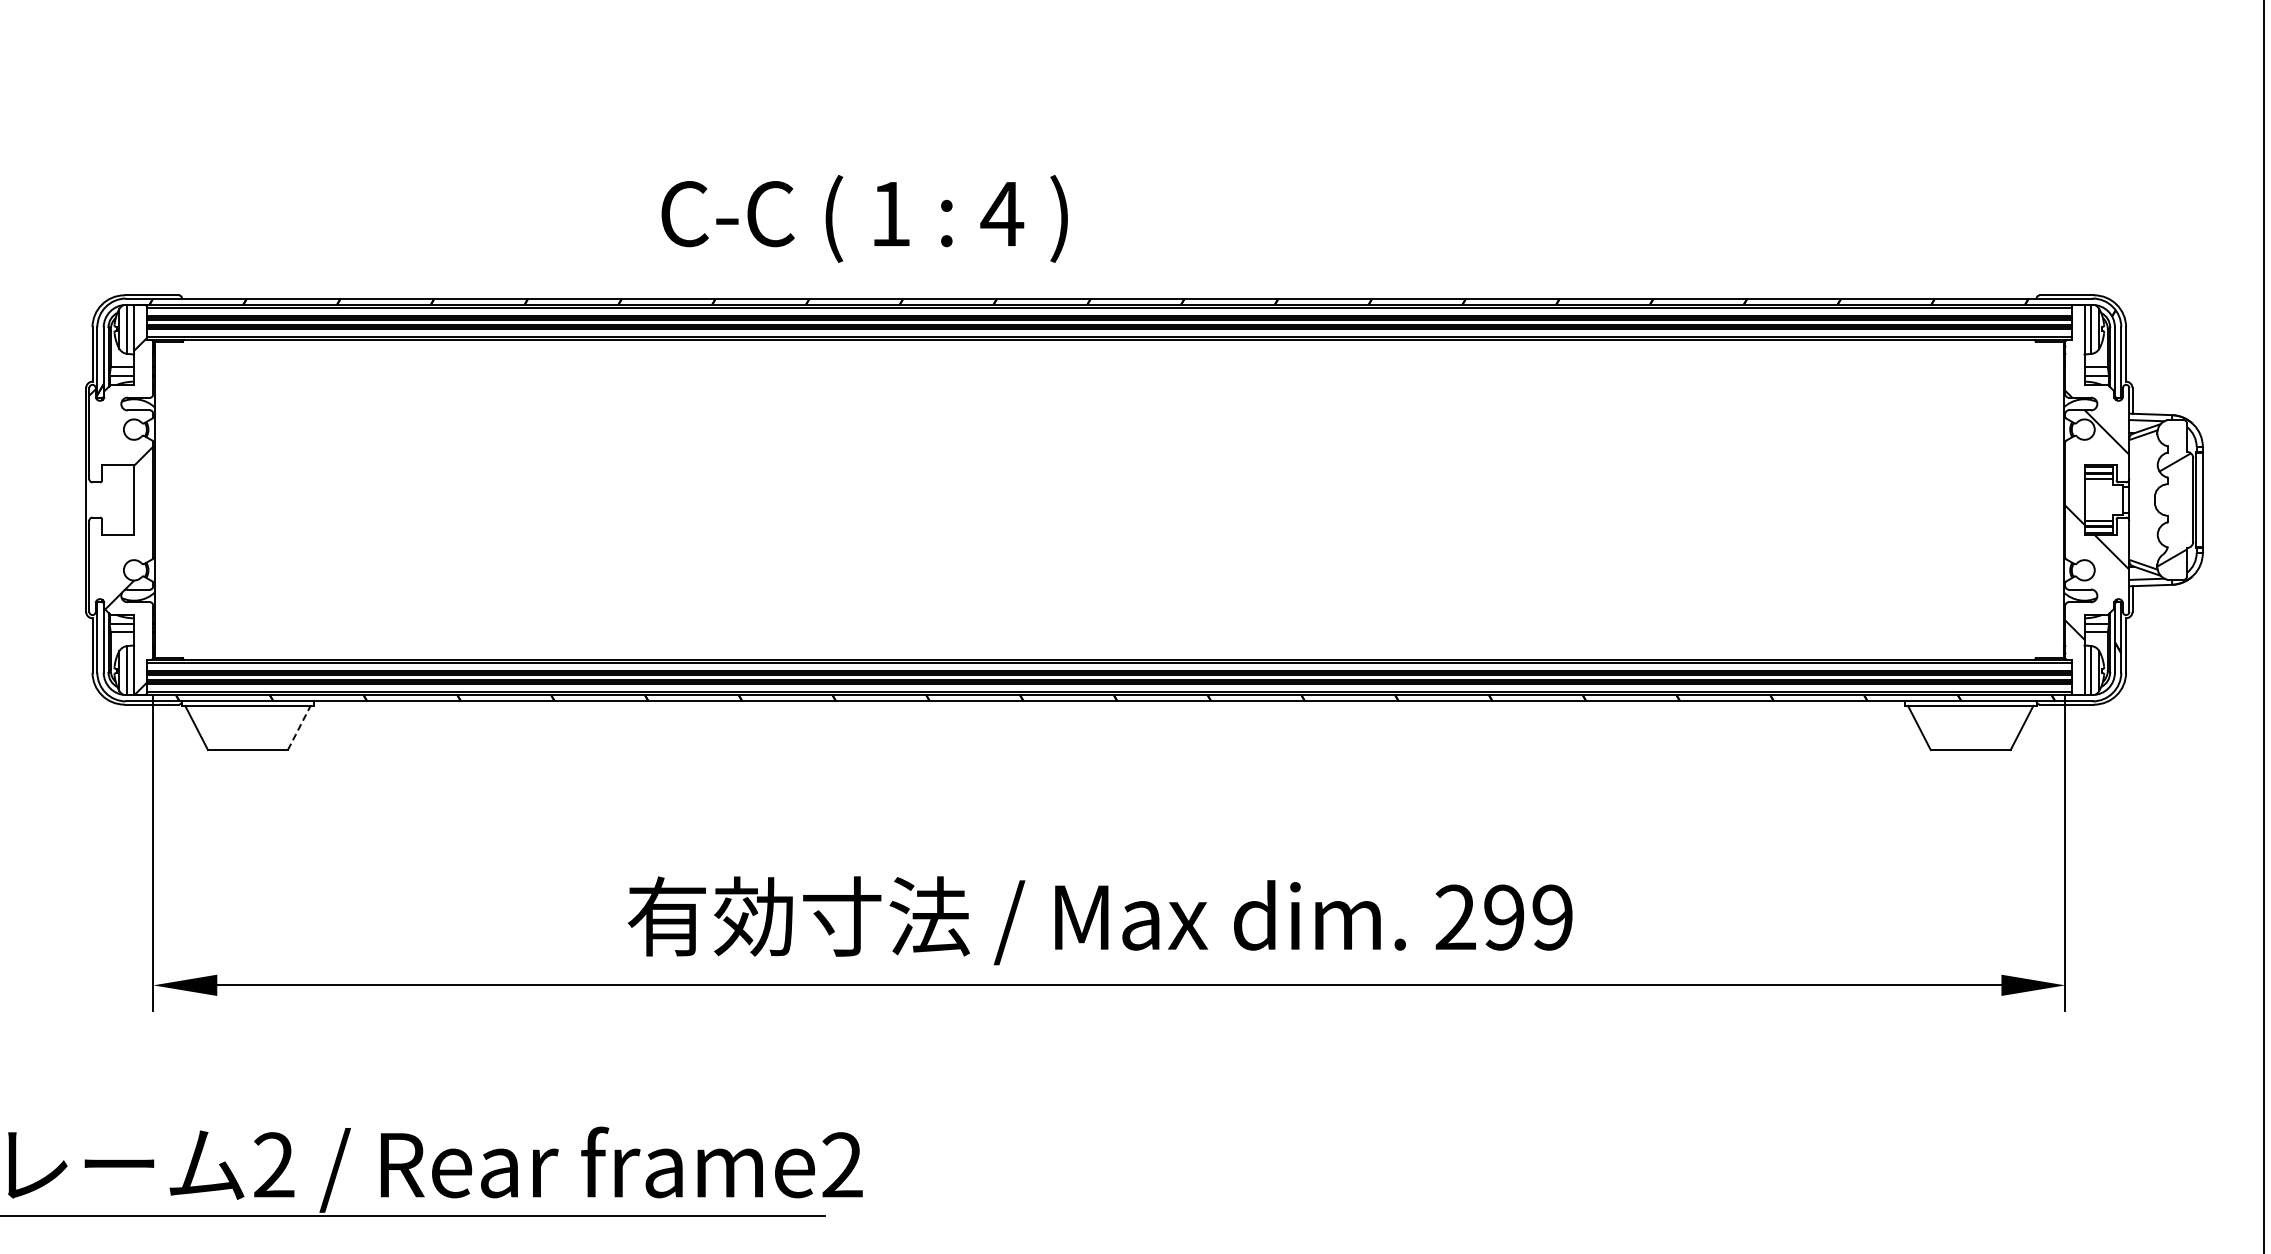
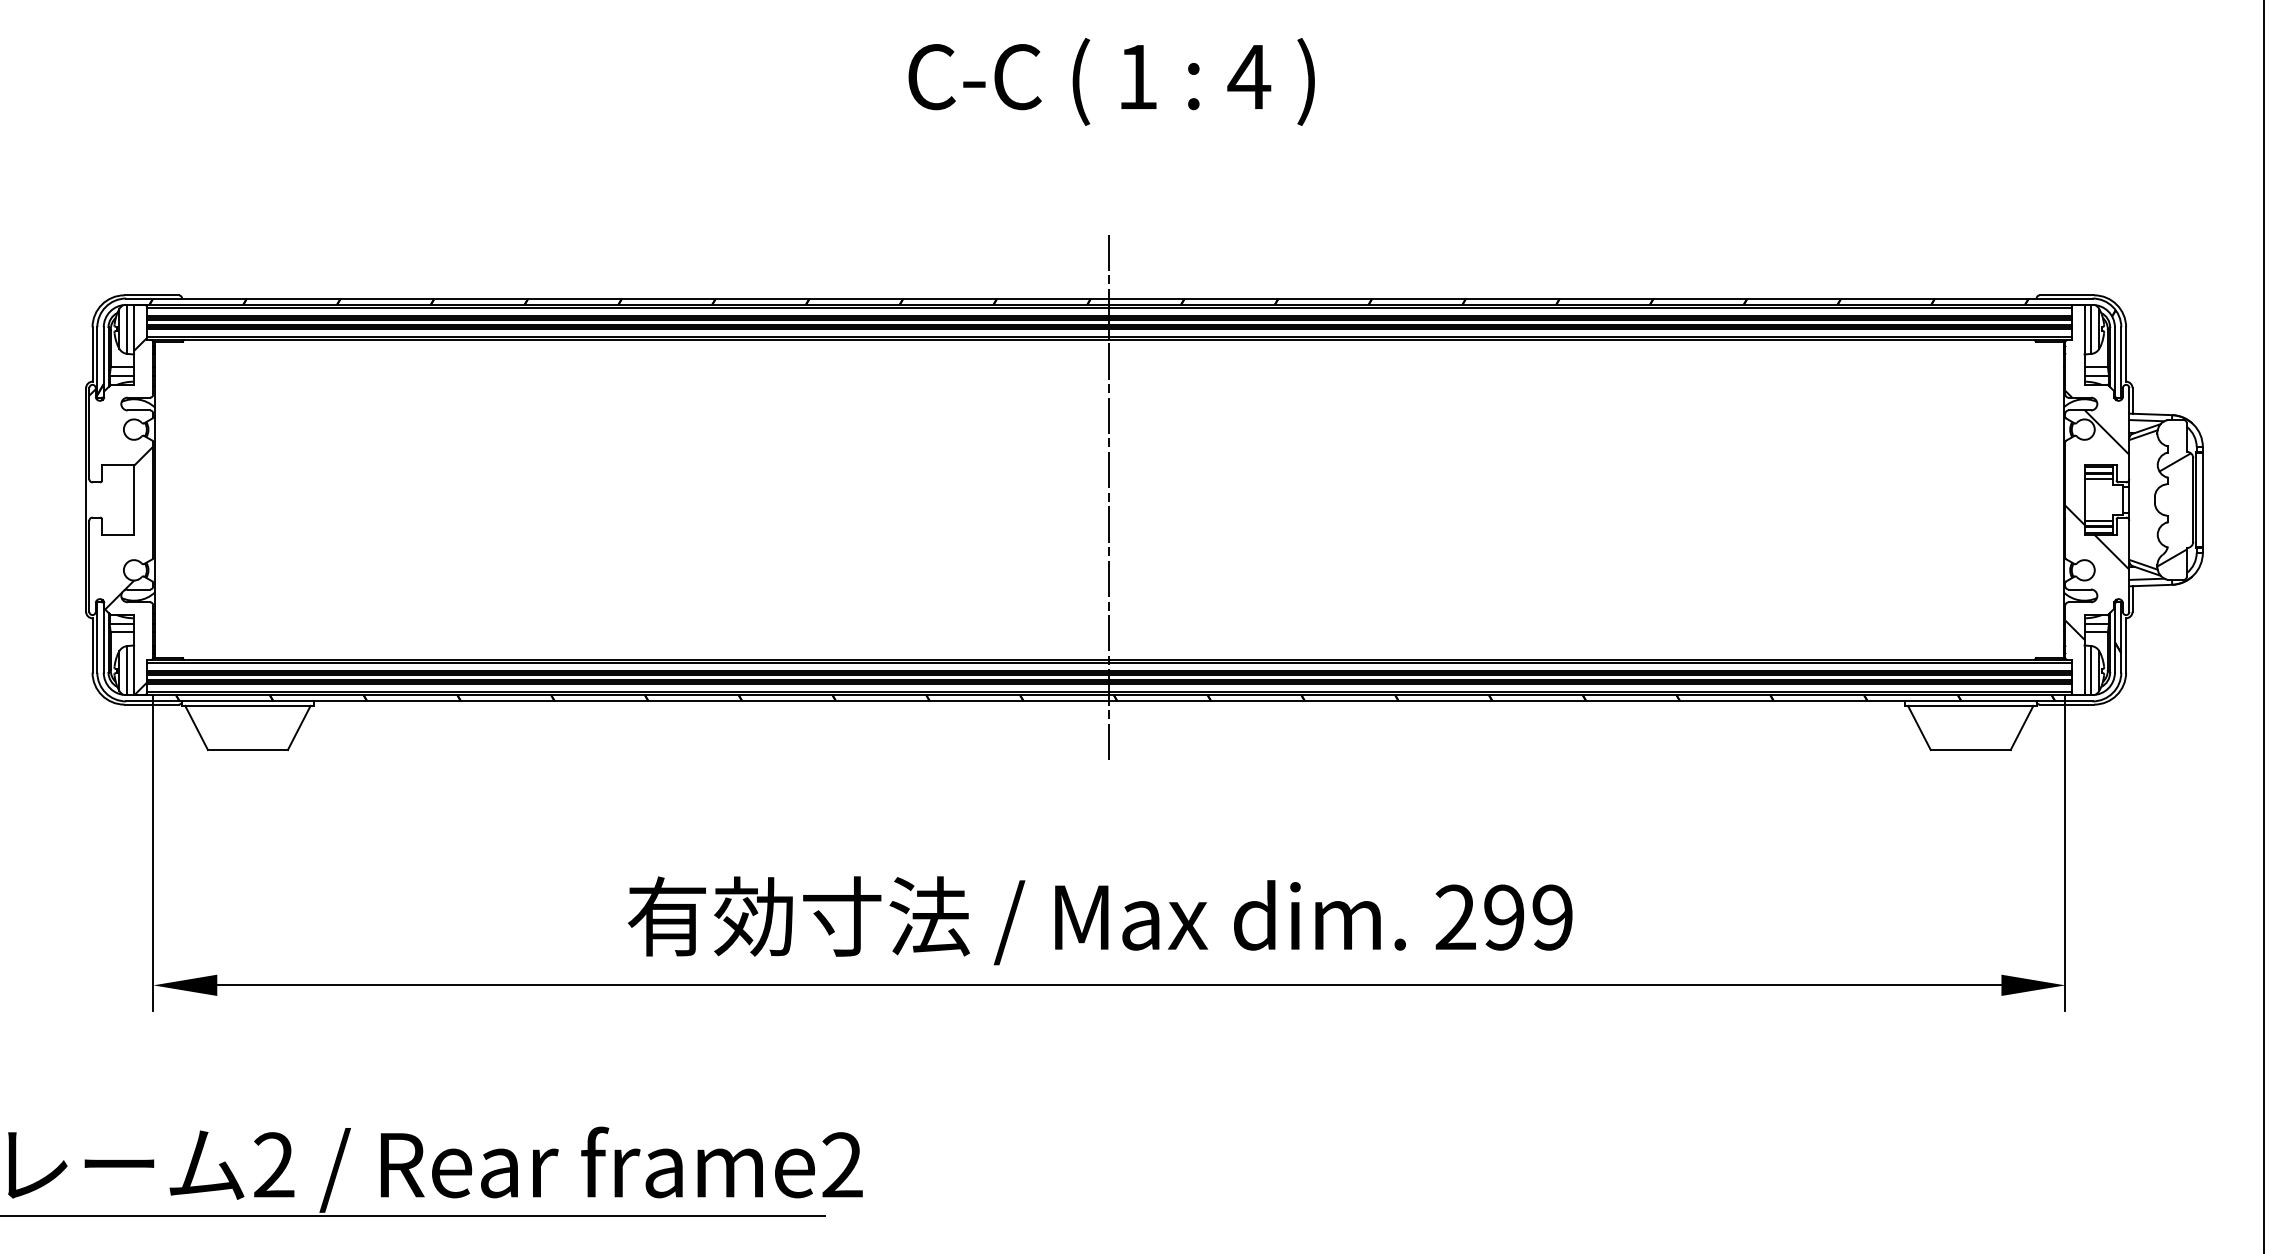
text at (864, 218) position: (864, 218) -> (1111, 81)
line at (1109, 499): none -> present
line at (299, 727): dashed -> solid
